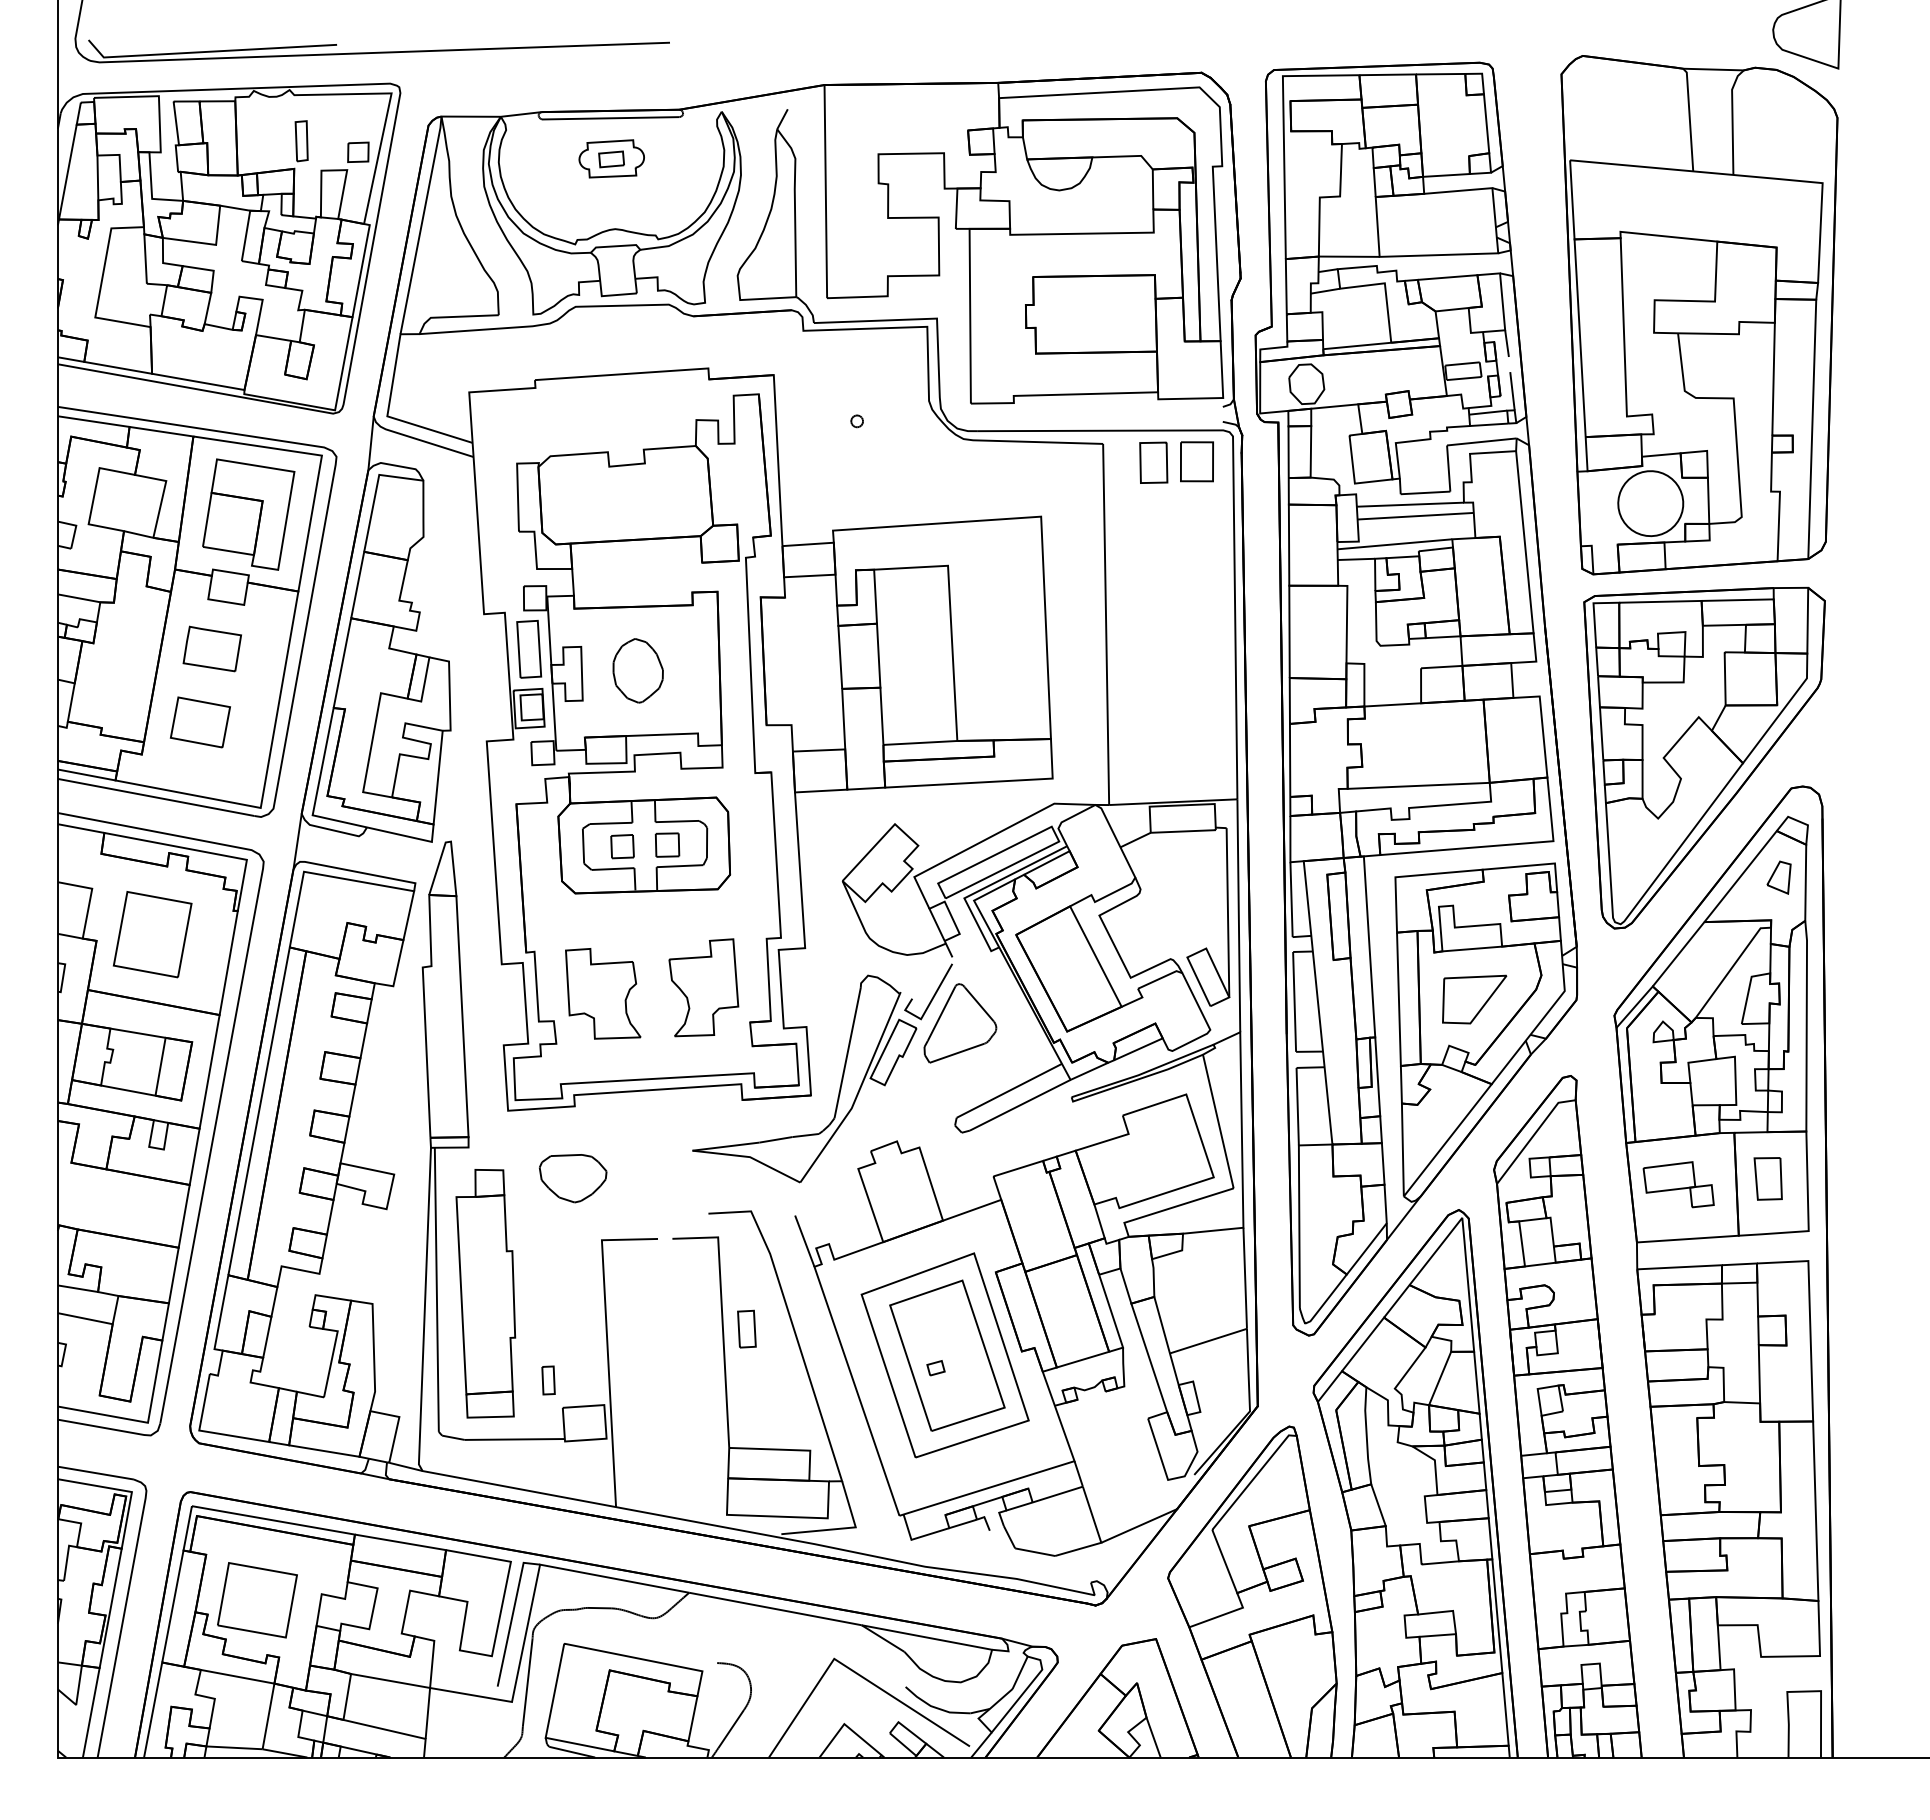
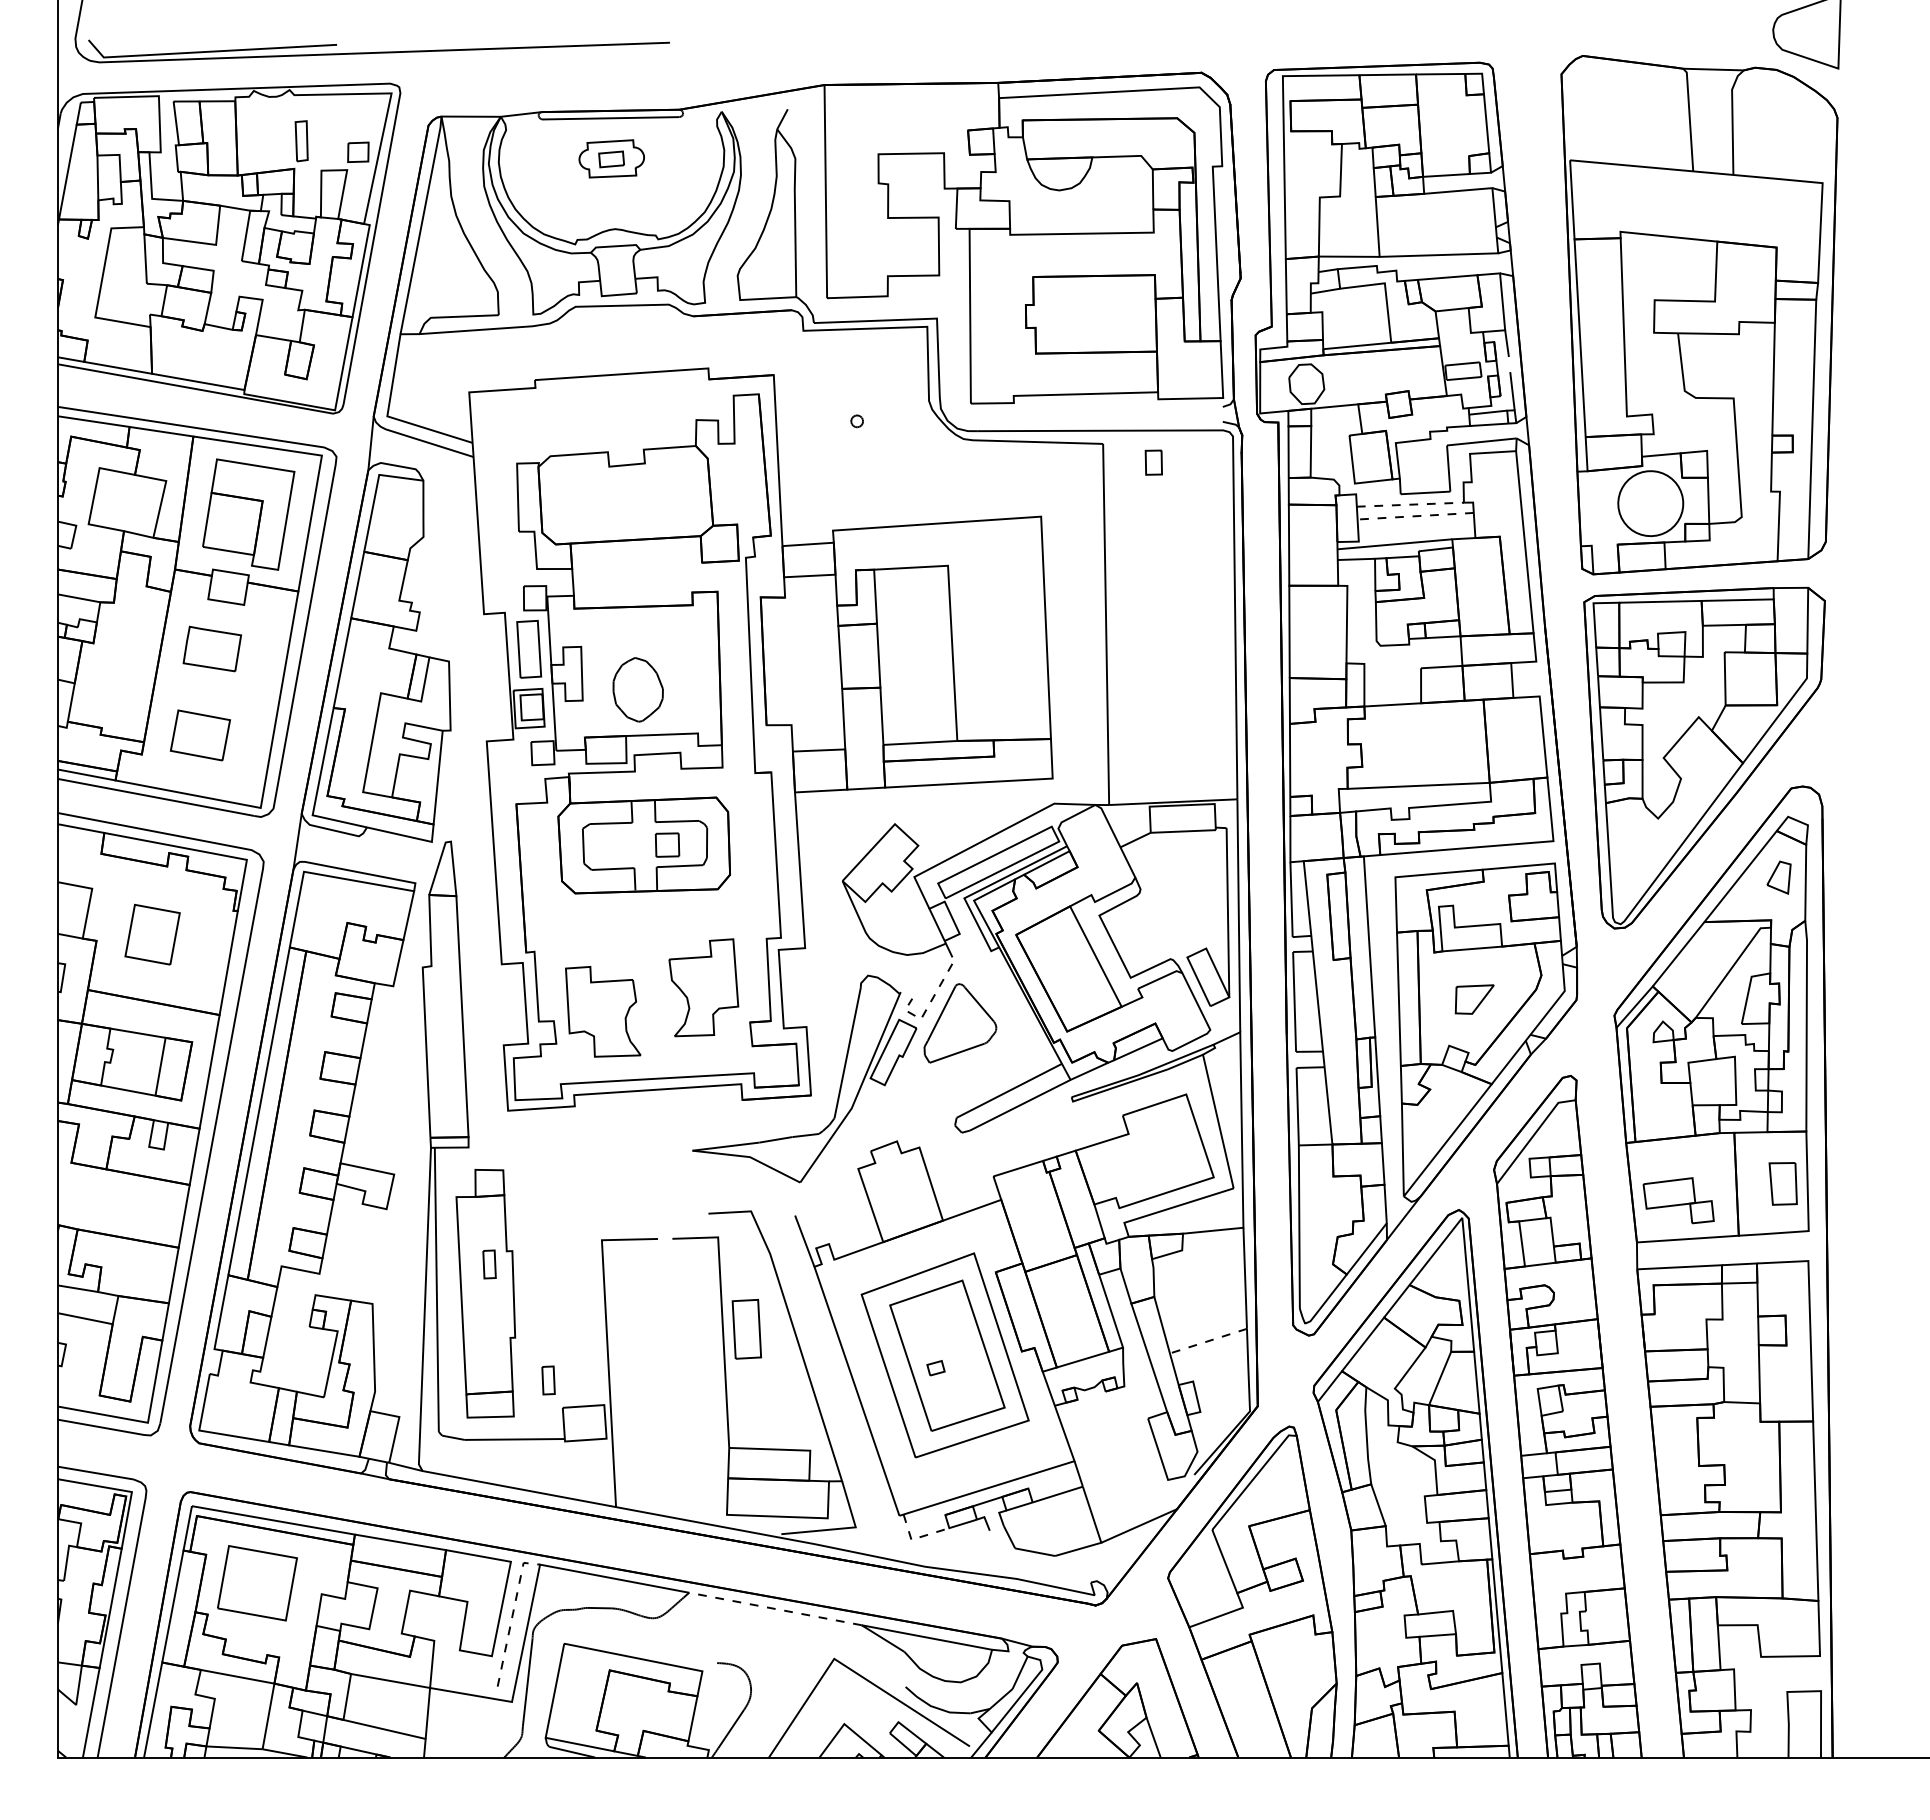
part at (1196, 461): present -> none
part at (1153, 462) size: 30x43 px -> 19x27 px
line at (1410, 504): solid -> dashed
line at (1415, 516): solid -> dashed
part at (637, 670) position: (637, 670) -> (637, 689)
part at (199, 722) position: (199, 722) -> (199, 735)
part at (622, 846): present -> none
part at (152, 934) size: 81x88 px -> 57x63 px
part at (603, 993) position: (603, 993) -> (603, 1011)
part at (1474, 999) size: 66x51 px -> 41x31 px
line at (927, 1007): solid -> dashed
part at (573, 1178): present -> none
part at (1767, 1178) position: (1767, 1178) -> (1782, 1183)
part at (1678, 1184) position: (1678, 1184) -> (1678, 1200)
part at (489, 1264): none -> present
part at (746, 1328) size: 20x40 px -> 31x61 px
line at (1207, 1341): solid -> dashed
line at (917, 1538): solid -> dashed
part at (257, 1600) position: (257, 1600) -> (257, 1583)
line at (775, 1609): solid -> dashed
line at (512, 1615): solid -> dashed
